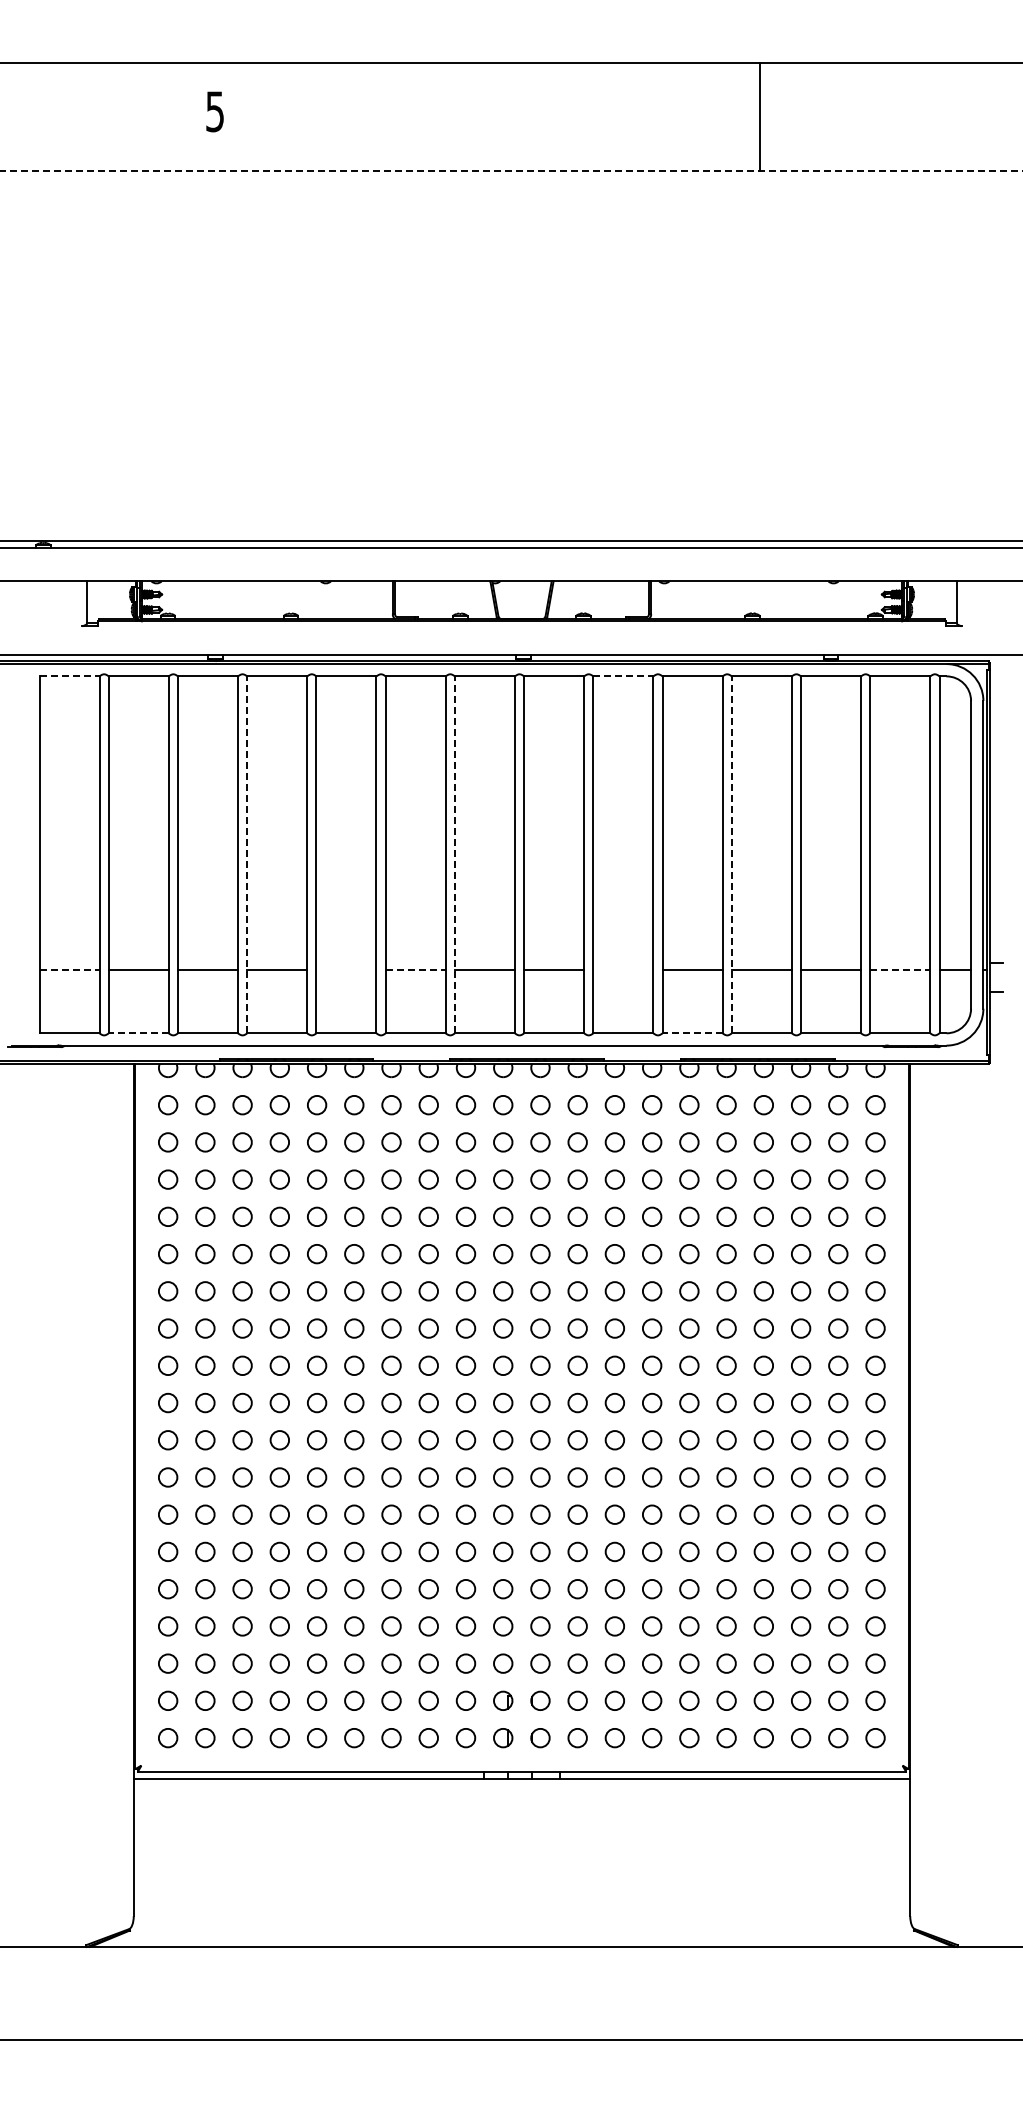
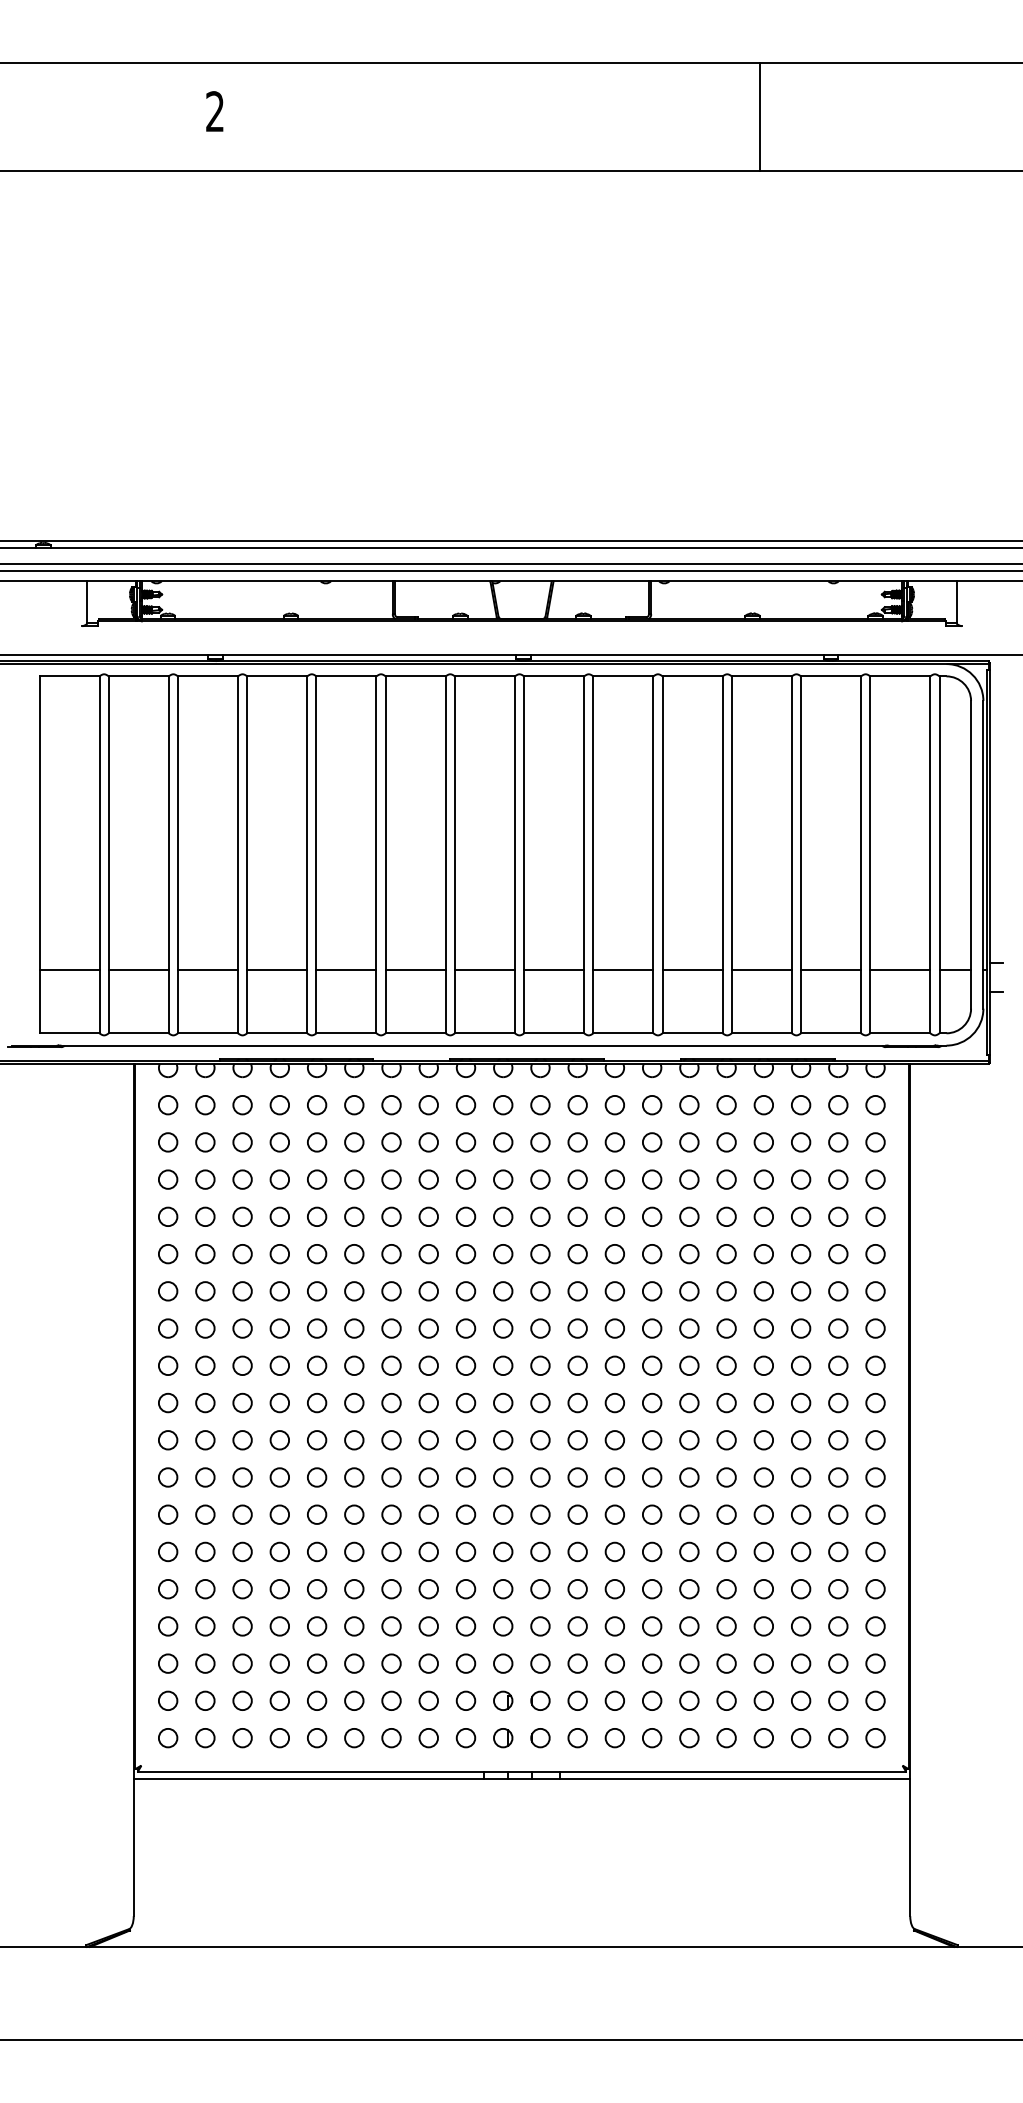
text at (214, 111): 5 -> 2
line at (510, 170): dashed -> solid
line at (510, 563): none -> present
line at (510, 570): none -> present
line at (70, 676): dashed -> solid
line at (623, 676): dashed -> solid
line at (247, 854): dashed -> solid
line at (454, 854): dashed -> solid
line at (731, 854): dashed -> solid
line at (70, 970): dashed -> solid
line at (346, 970): none -> present
line at (416, 970): dashed -> solid
line at (623, 970): none -> present
line at (900, 970): dashed -> solid
line at (138, 1033): dashed -> solid
line at (692, 1033): dashed -> solid
